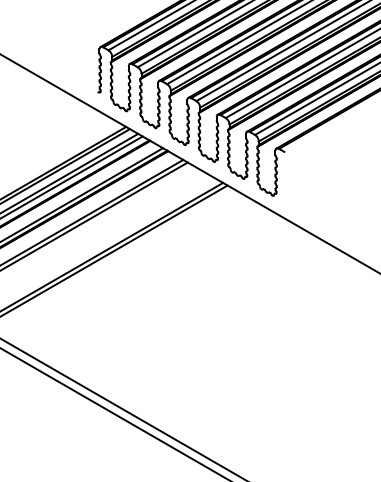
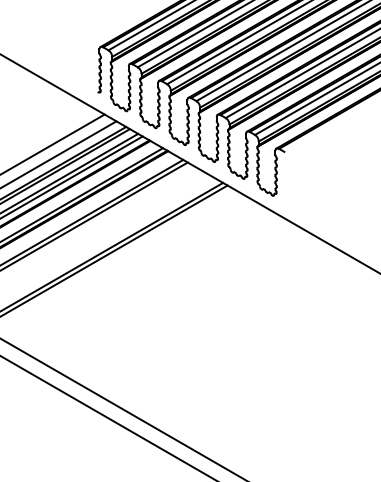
line at (53, 143): none -> present
line at (59, 154): none -> present
line at (114, 413) position: (114, 413) -> (107, 417)
